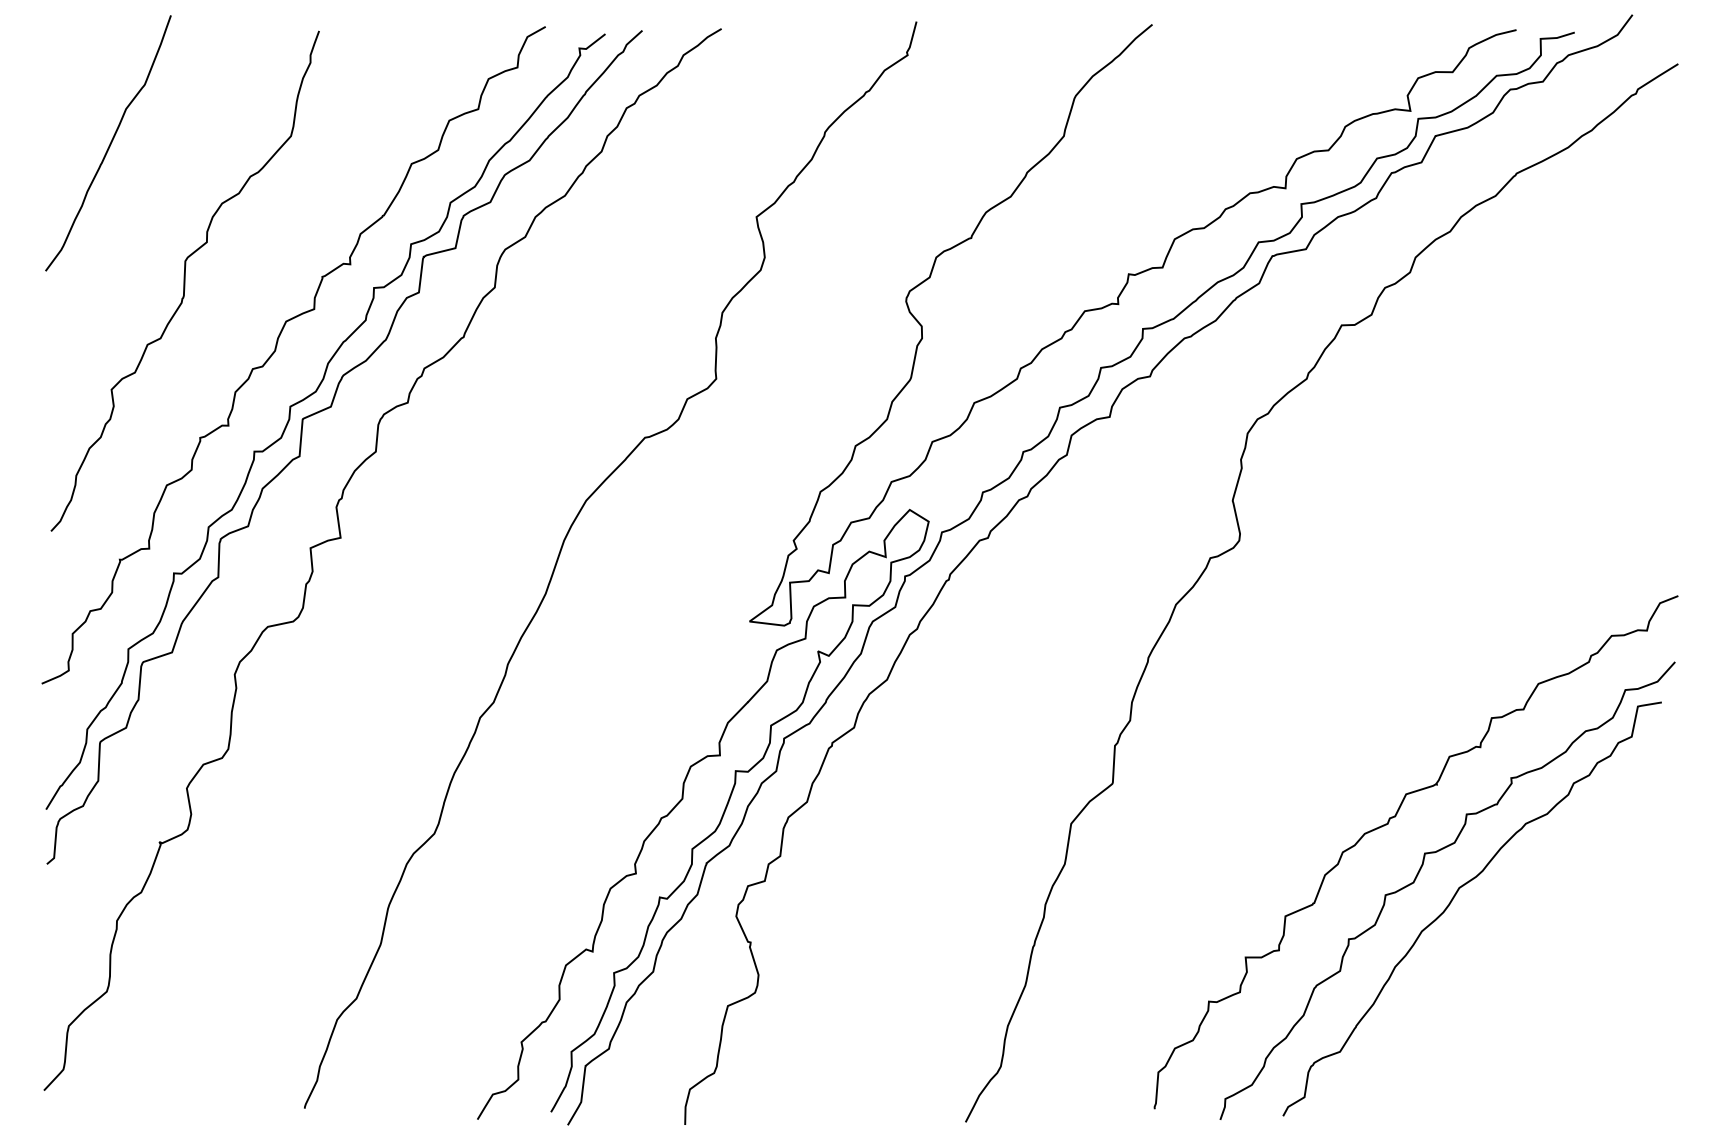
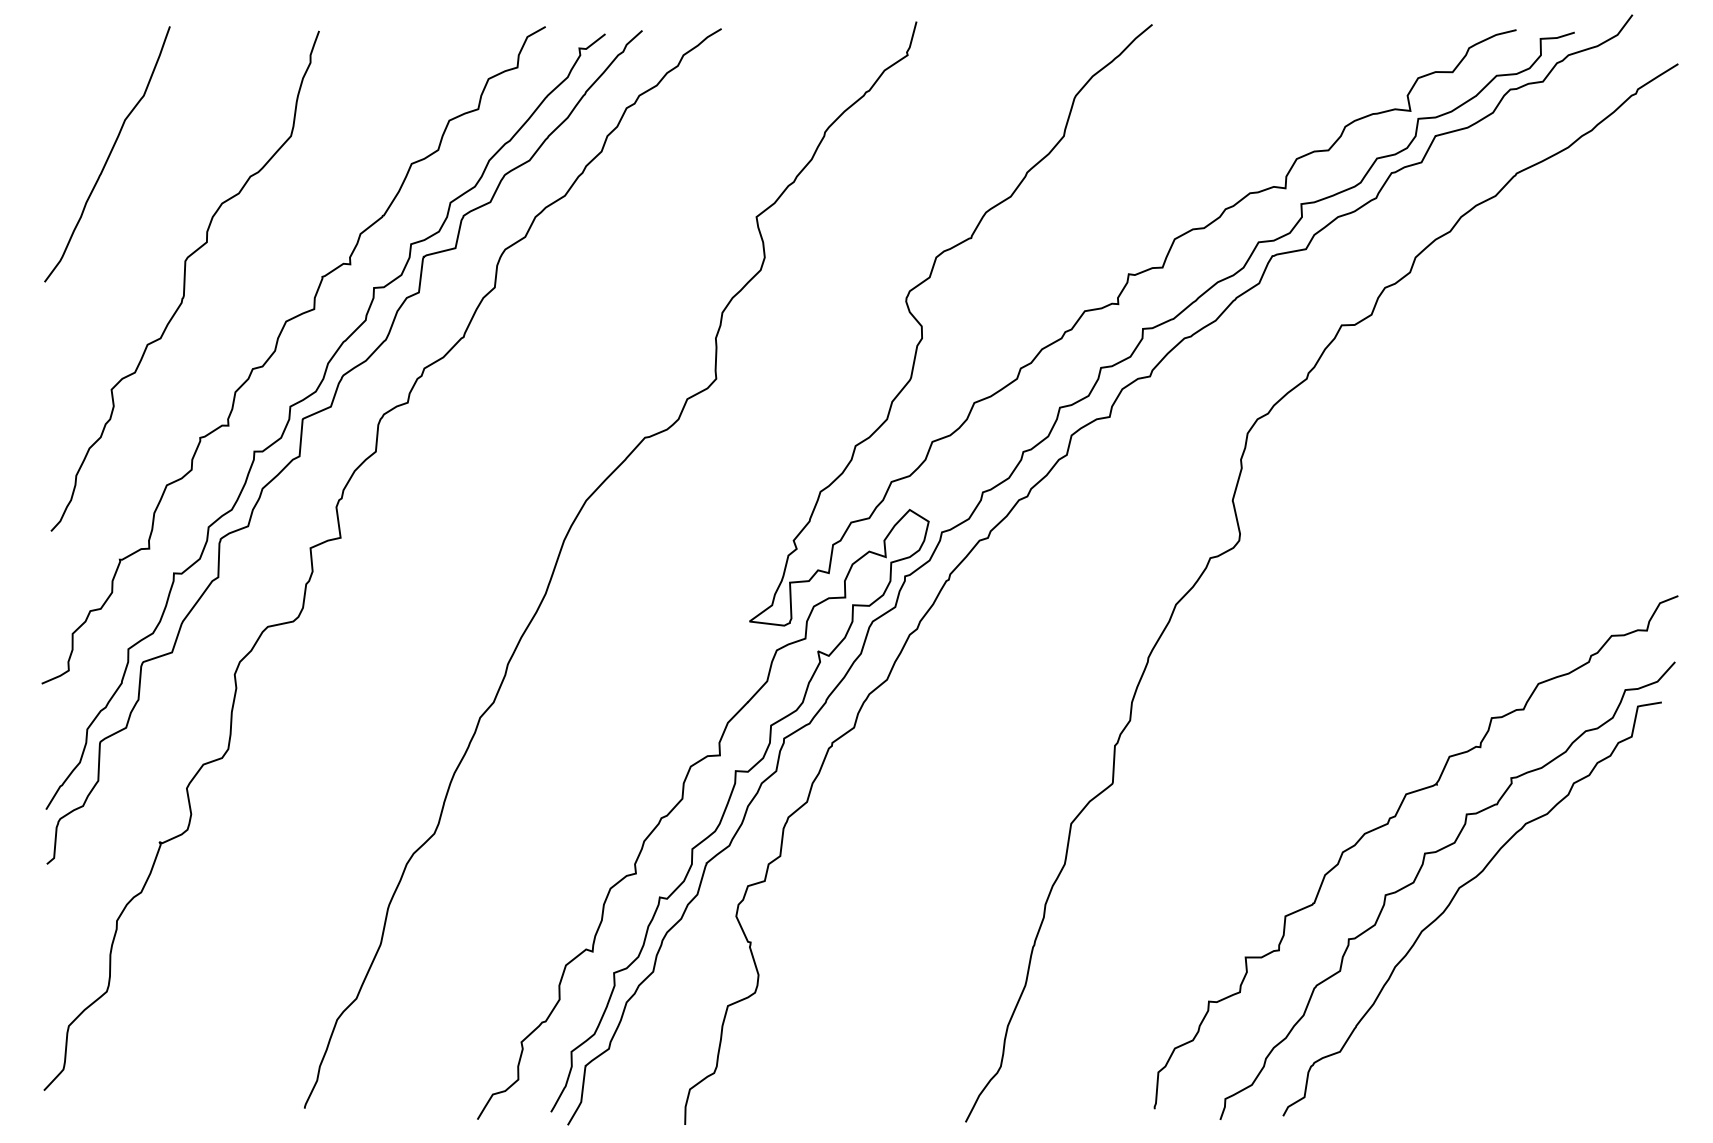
curve at (109, 143) position: (109, 143) -> (108, 154)
